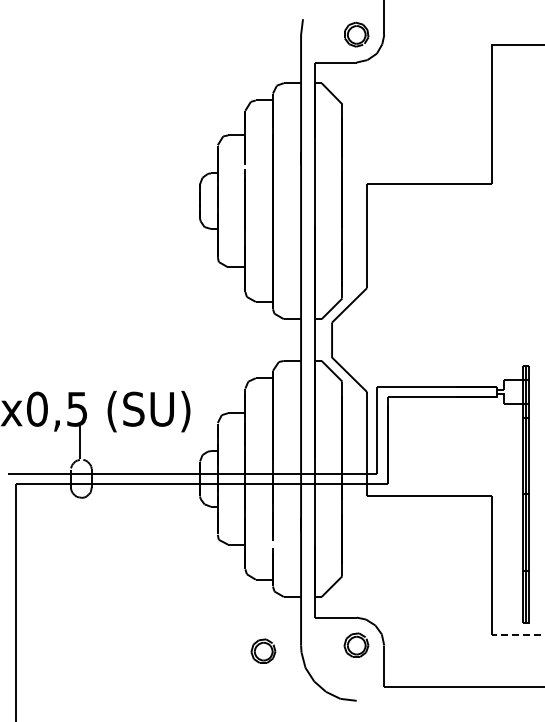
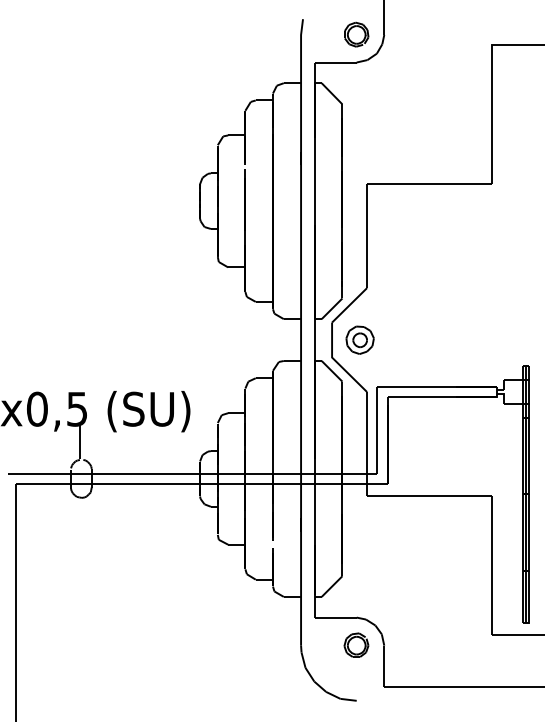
part at (359, 339): none -> present
line at (517, 634): dashed -> solid
part at (263, 650): present -> none
